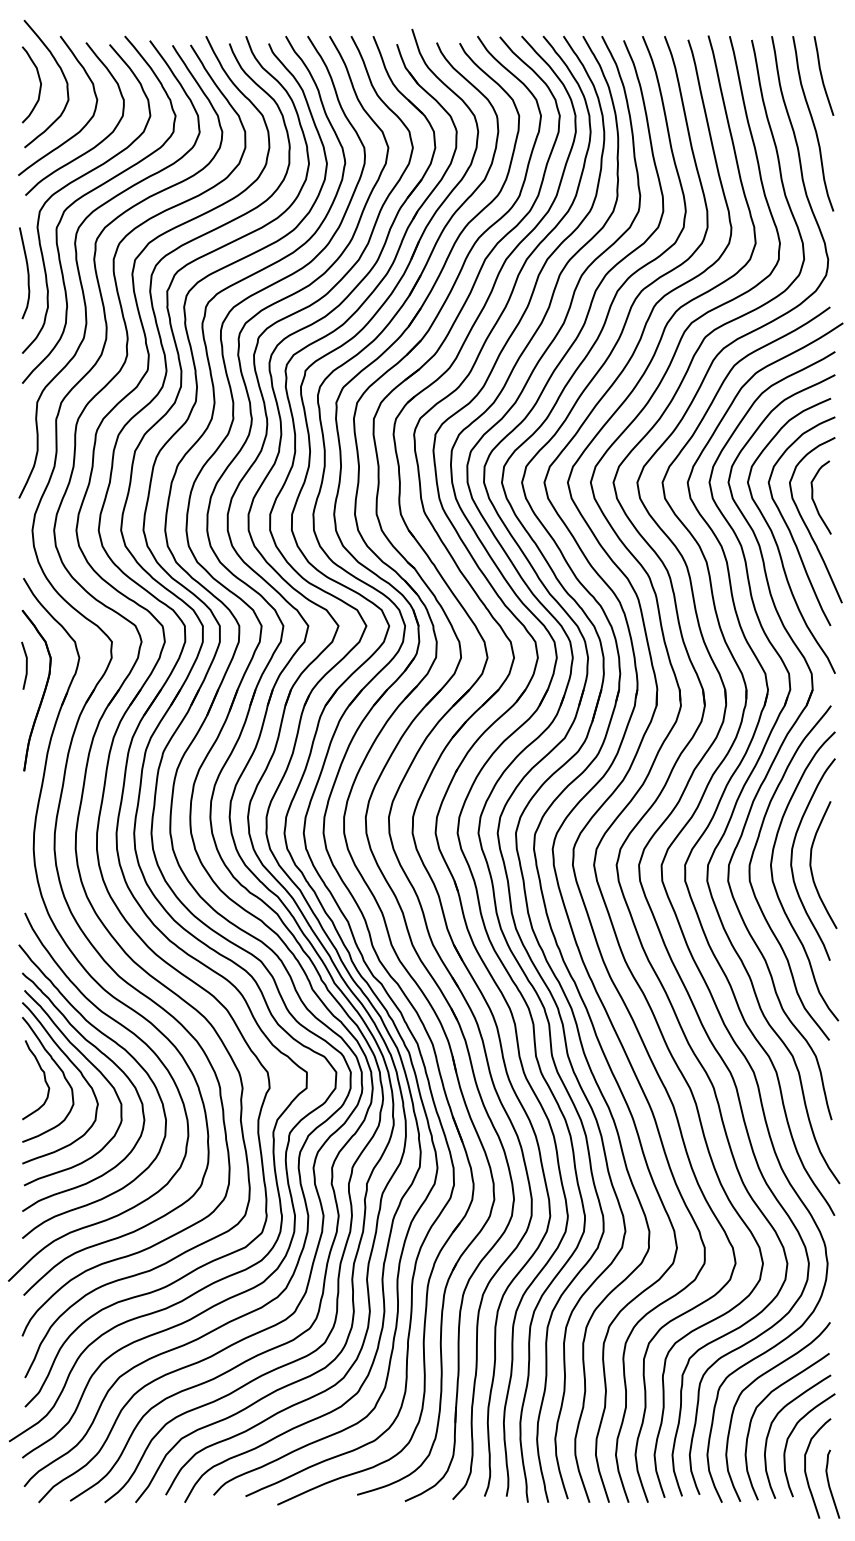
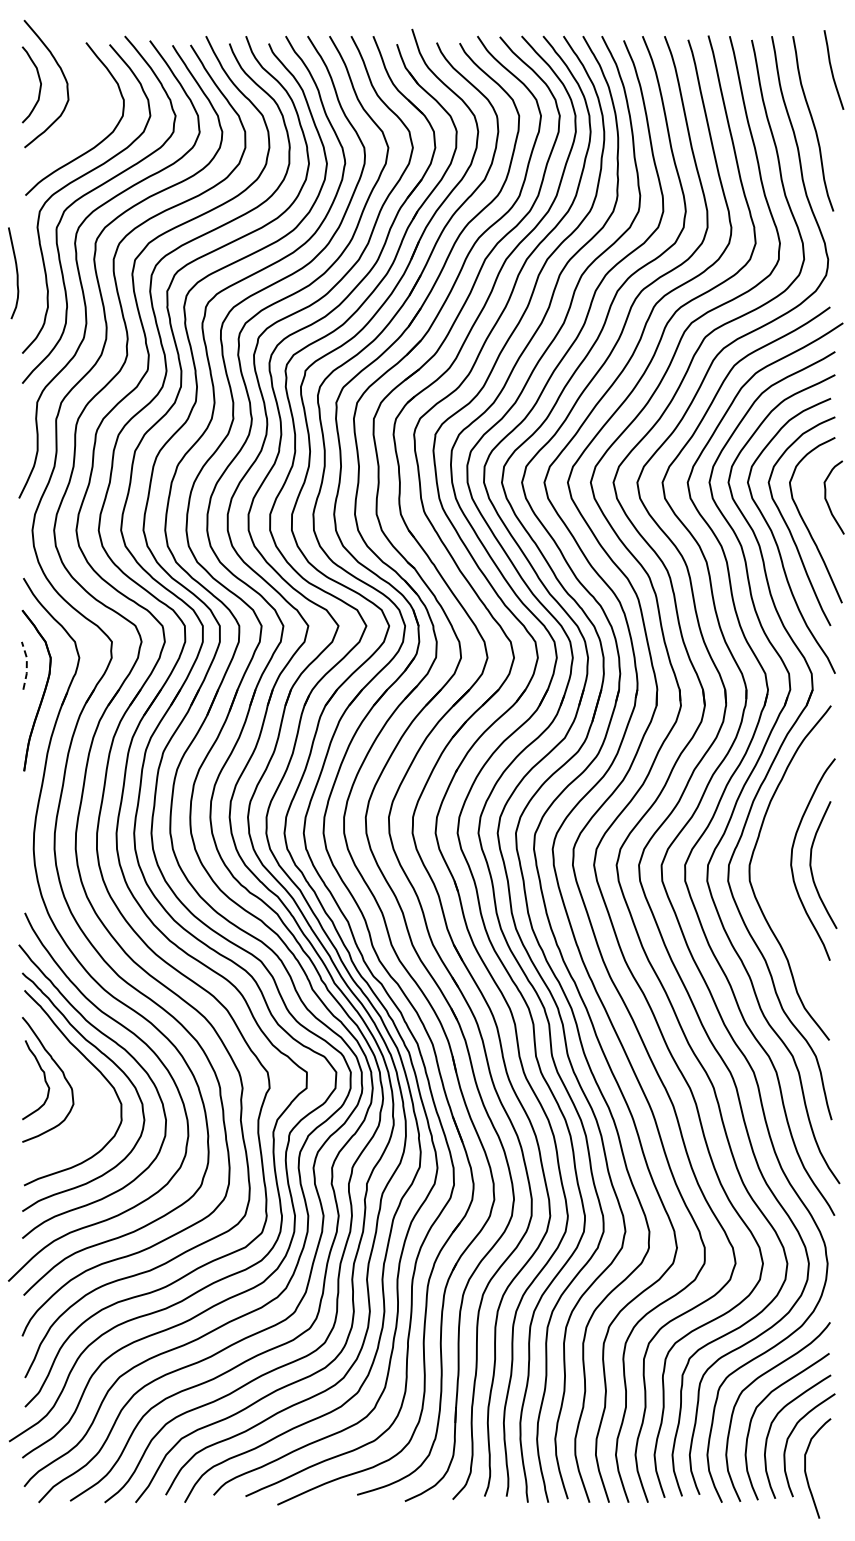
curve at (822, 75) position: (822, 75) -> (832, 69)
curve at (81, 128): present -> none
curve at (27, 273) position: (27, 273) -> (16, 273)
curve at (814, 500) position: (814, 500) -> (827, 500)
line at (26, 665): solid -> dashed
curve at (775, 885): present -> none
curve at (77, 1070): present -> none
curve at (829, 1483): present -> none
